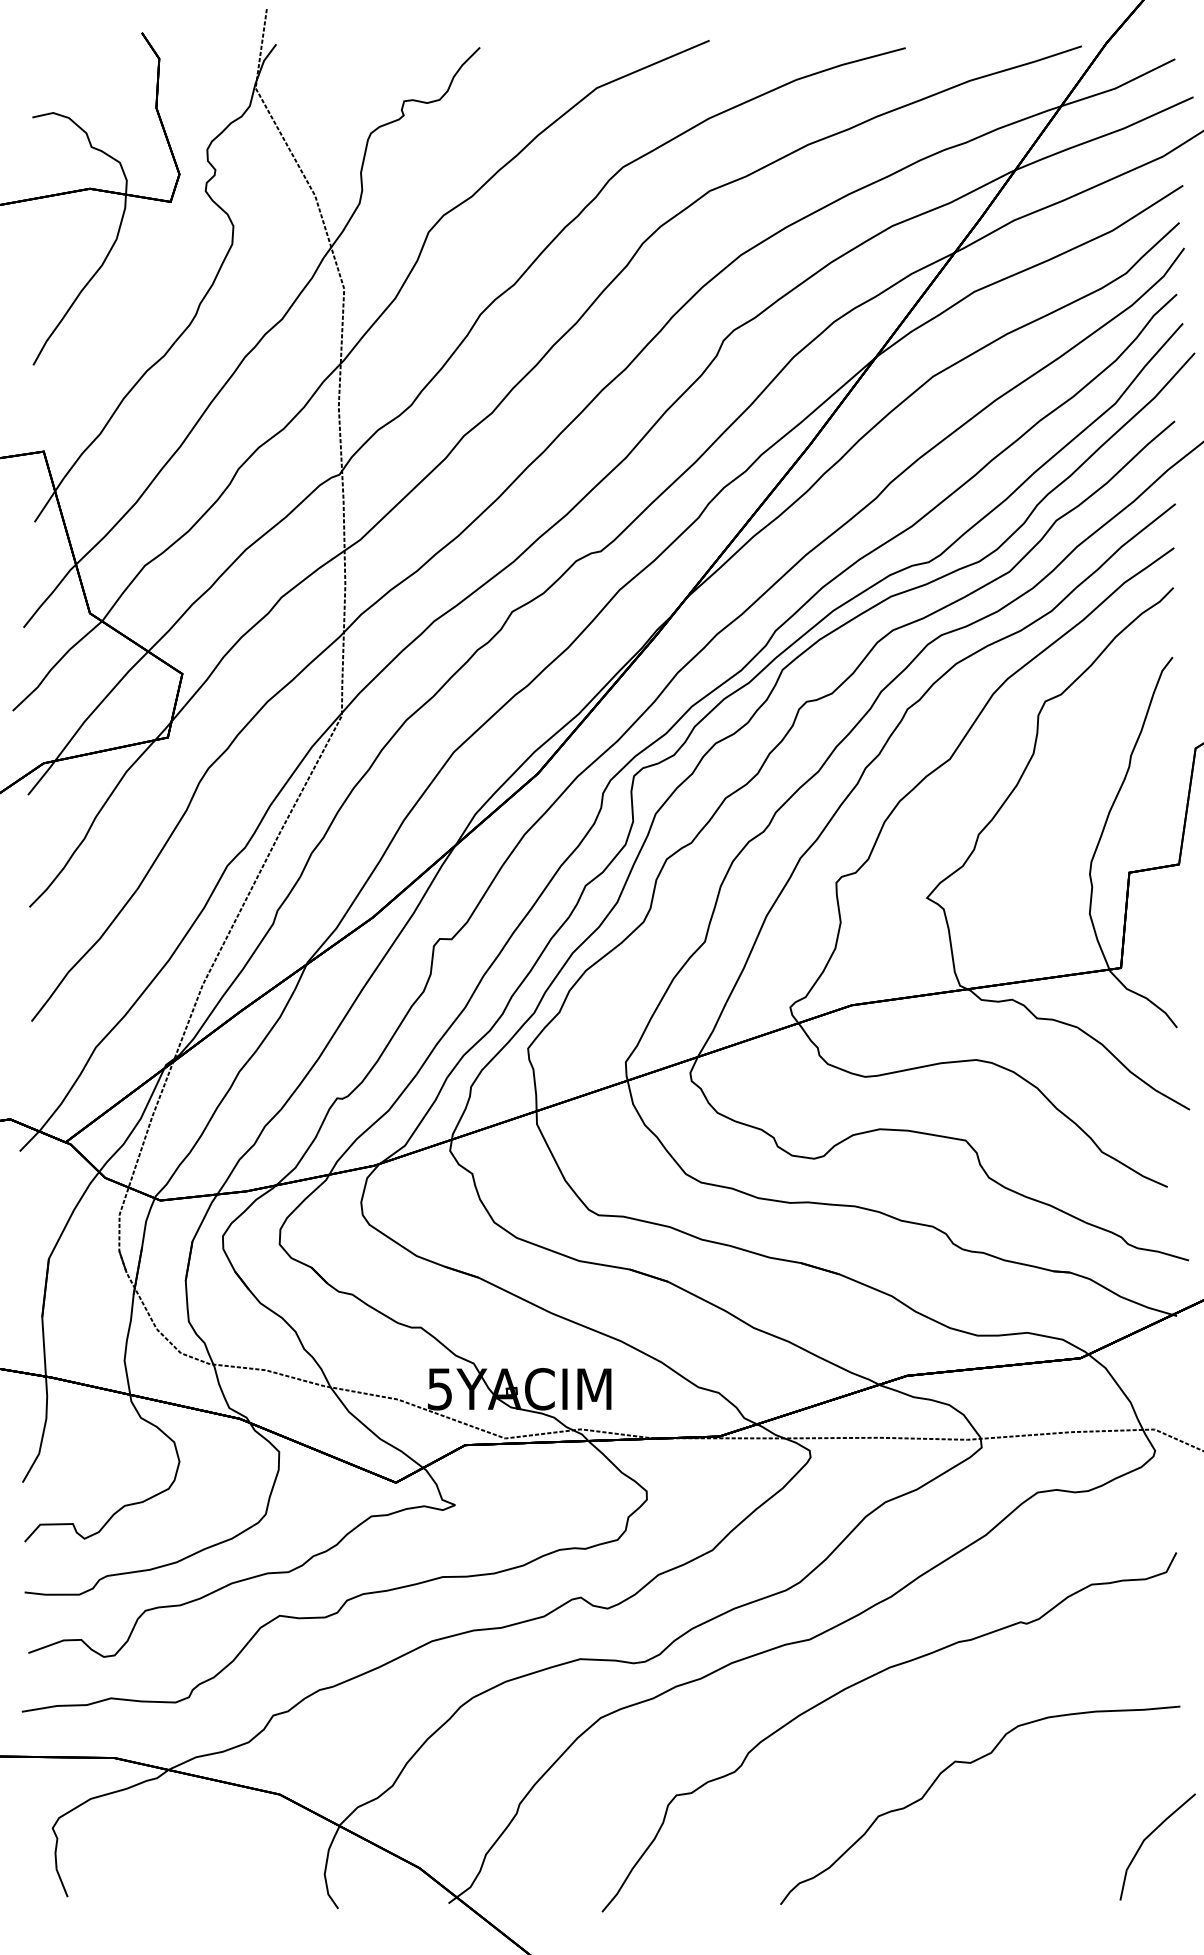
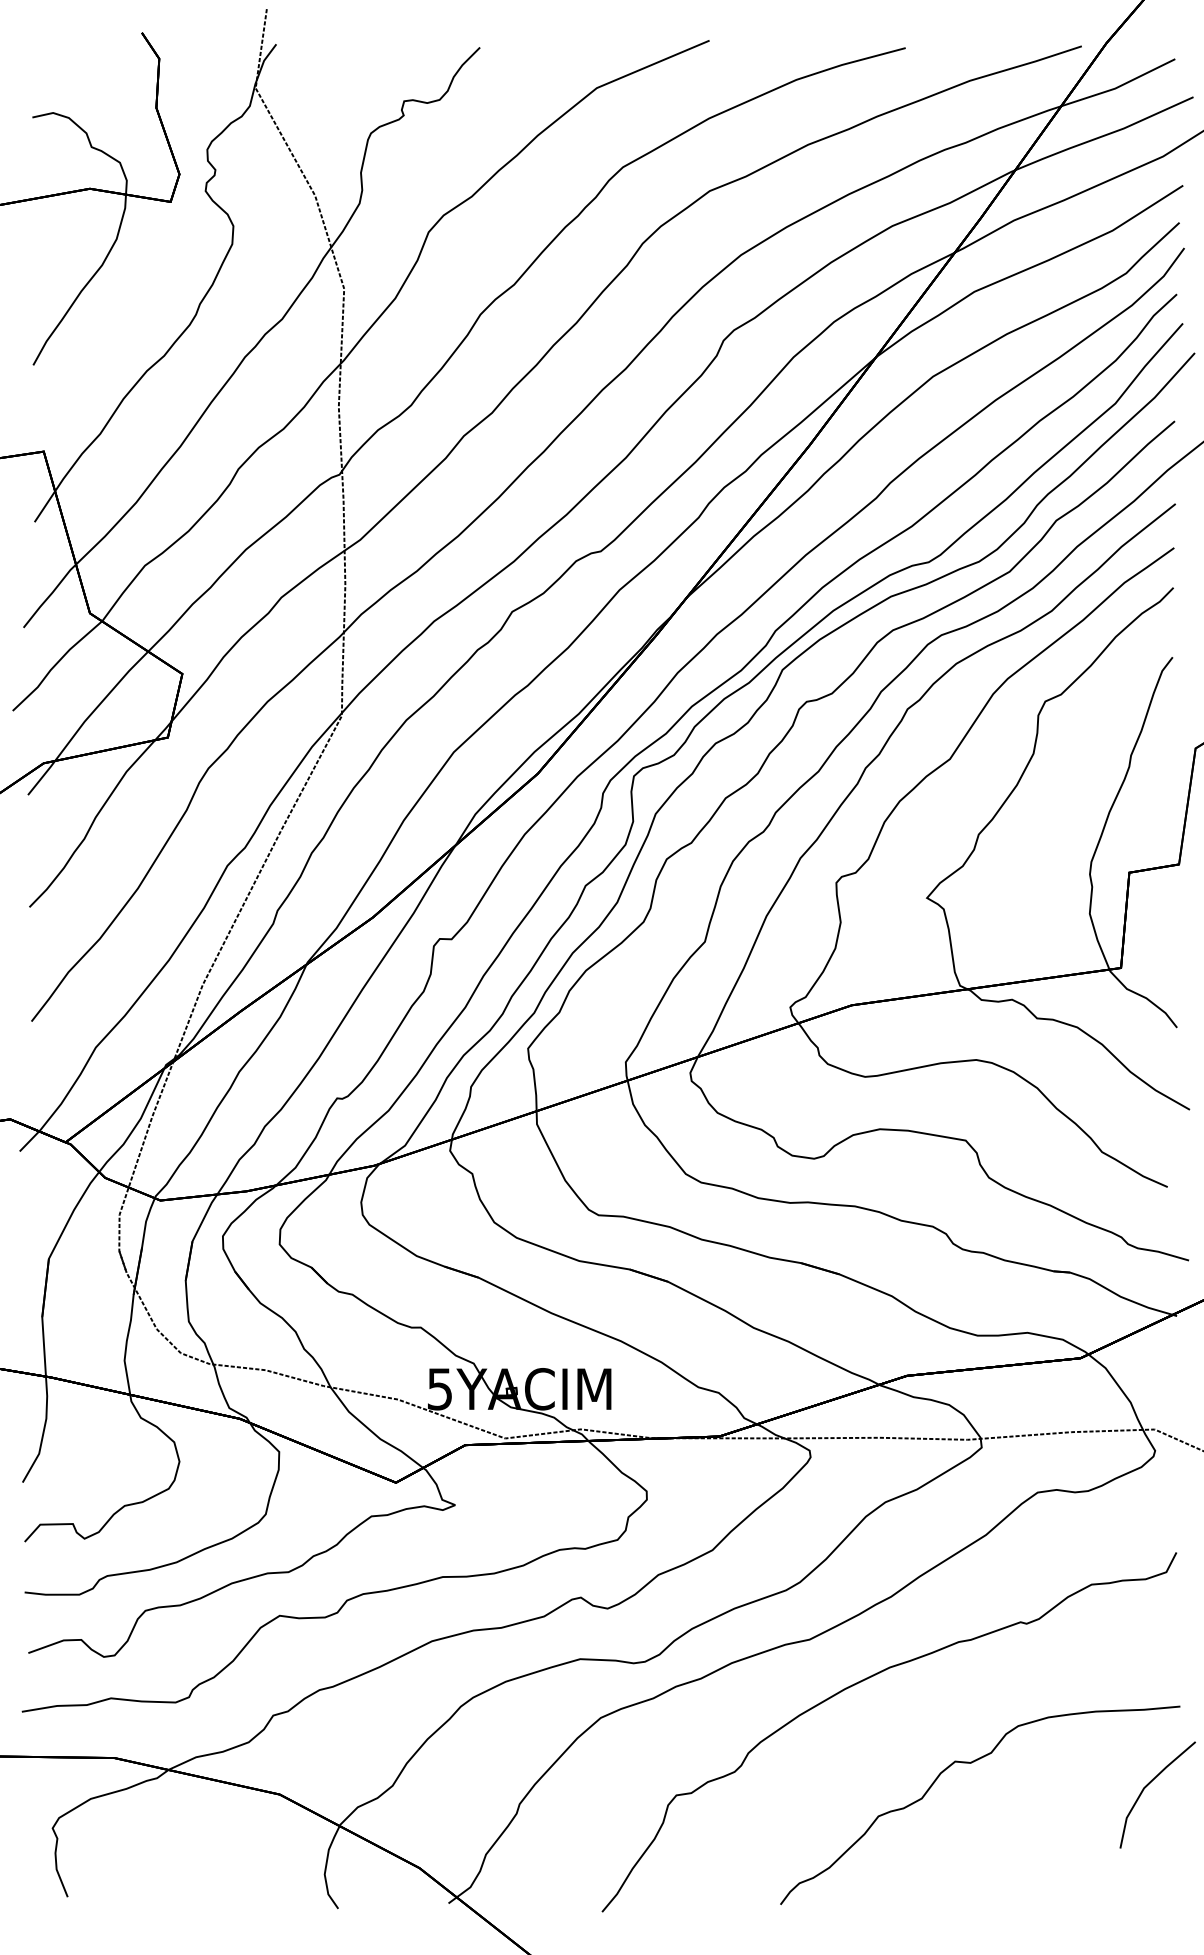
part at (1148, 1837) position: (1148, 1837) -> (1148, 1785)
